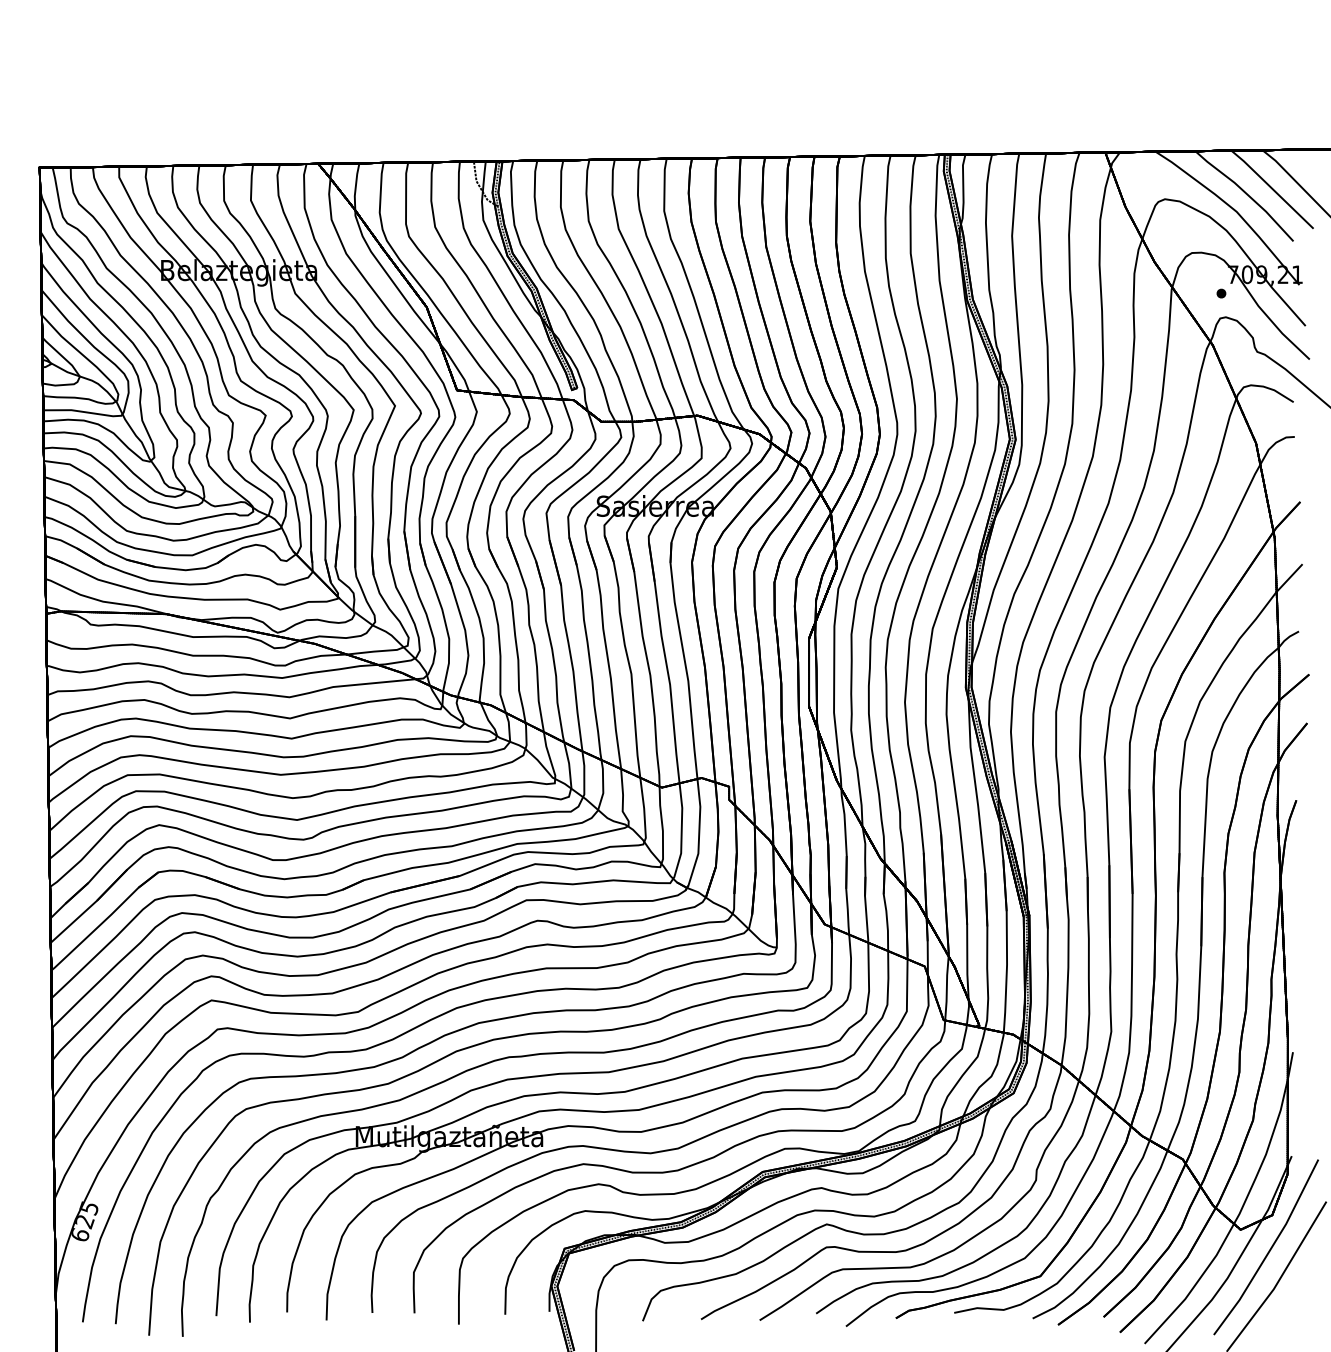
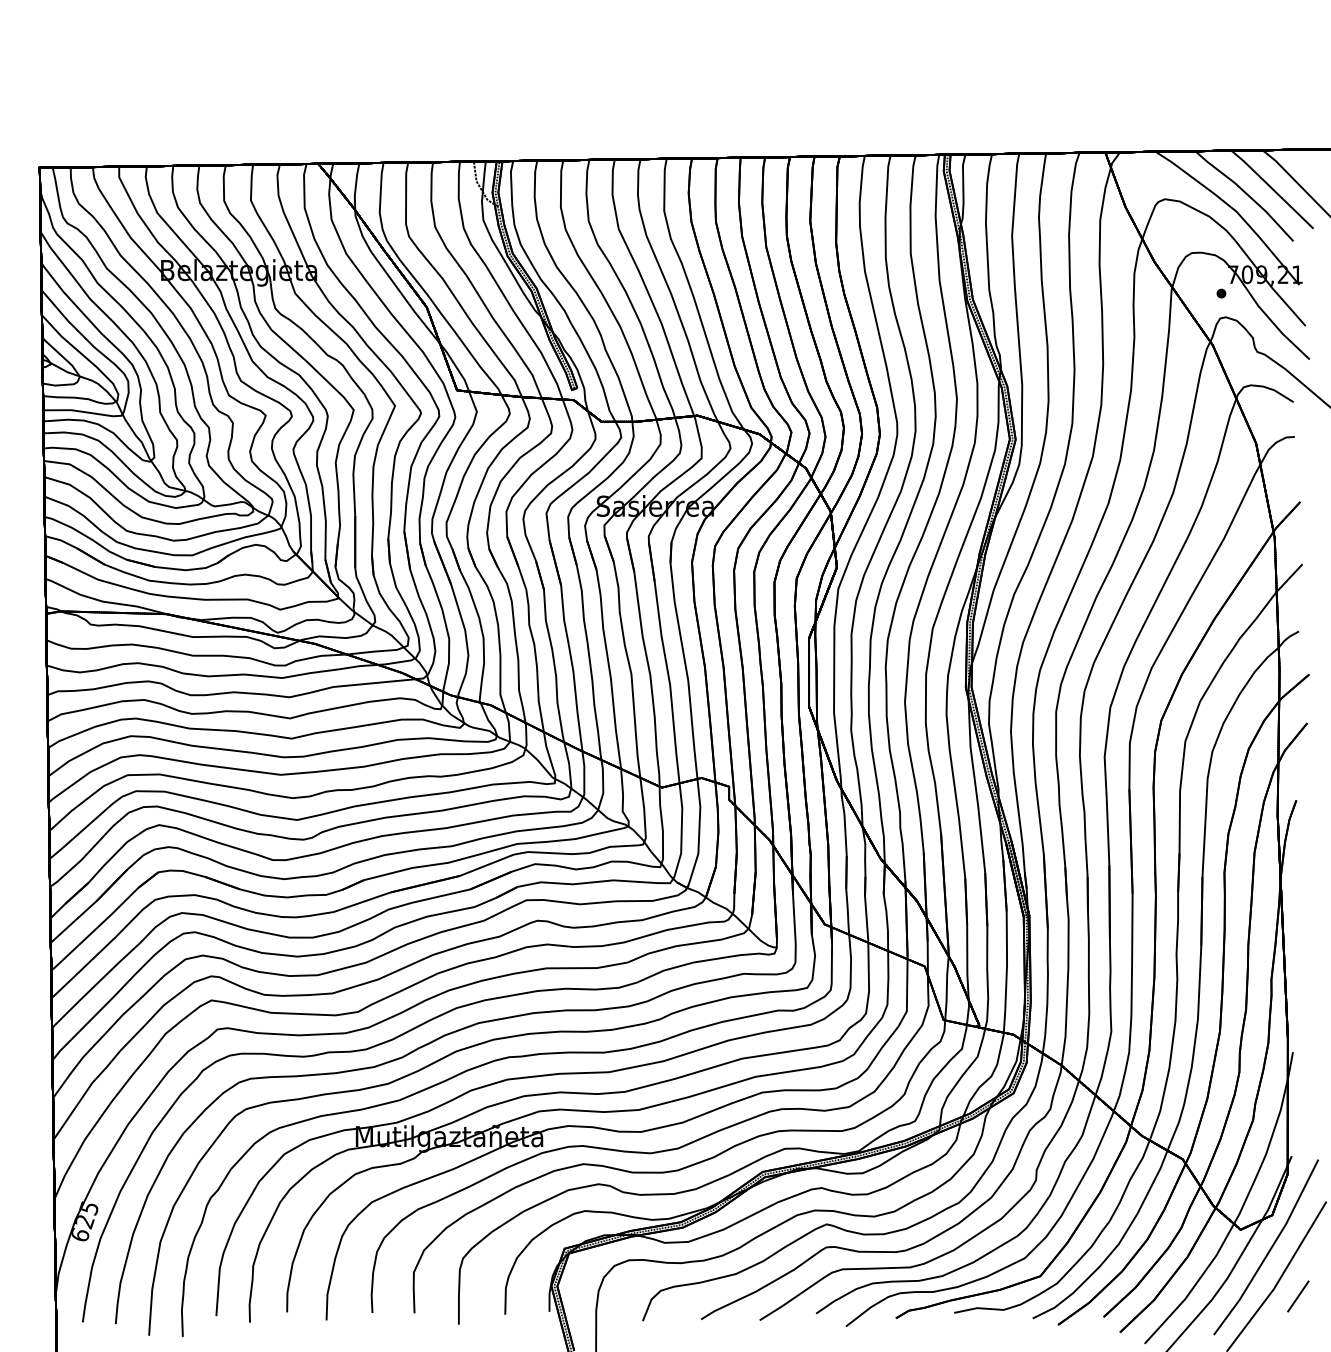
line at (1298, 1296): none -> present
